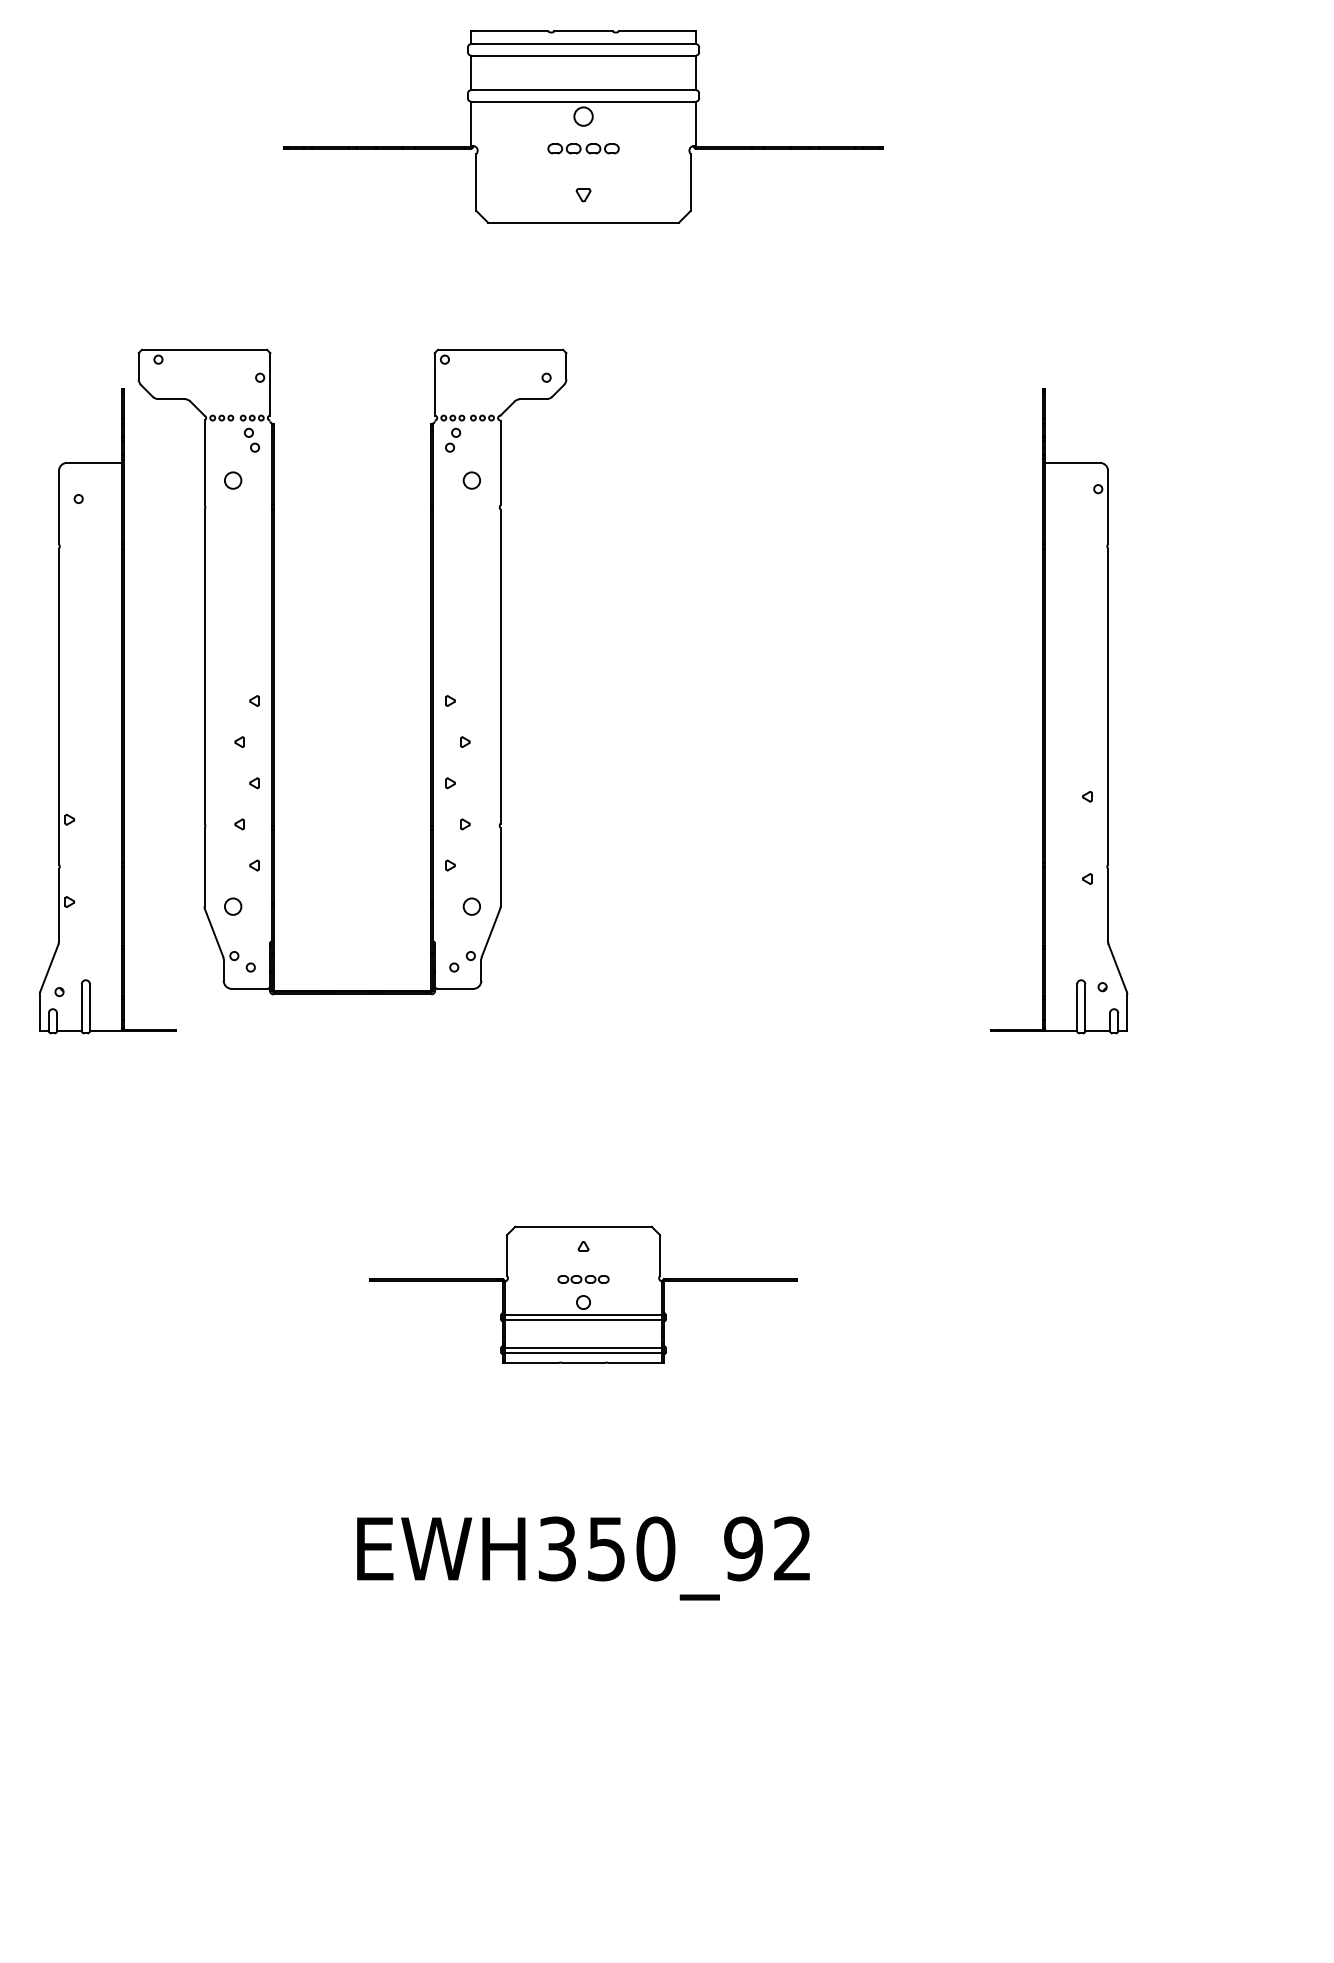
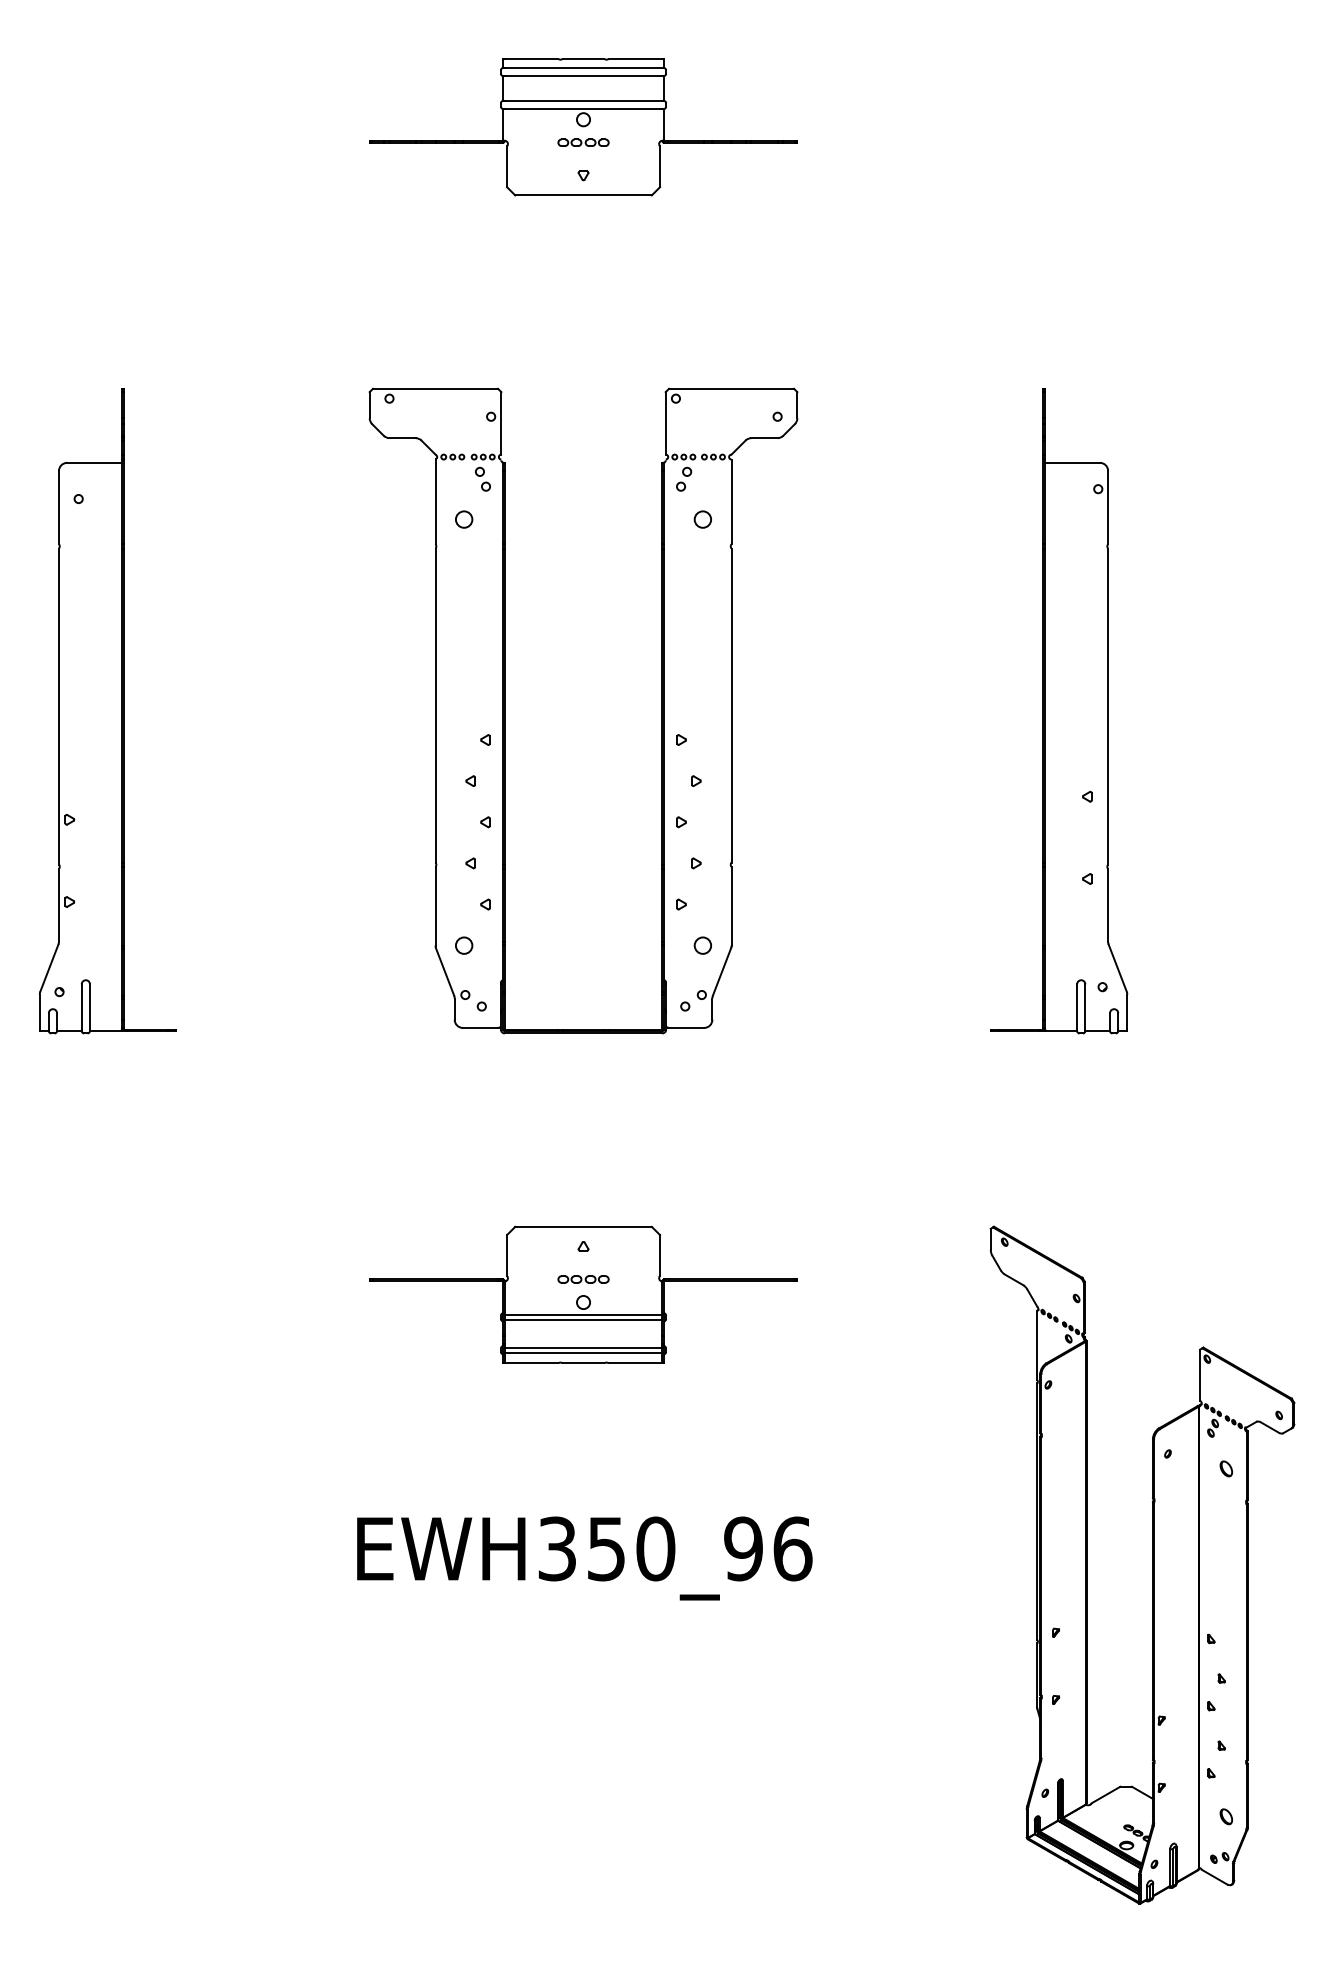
part at (583, 126) size: 601x194 px -> 429x139 px
part at (274, 671) position: (274, 671) -> (505, 710)
text at (792, 1548): EWH350_92 -> EWH350_96
part at (1152, 1564): none -> present
